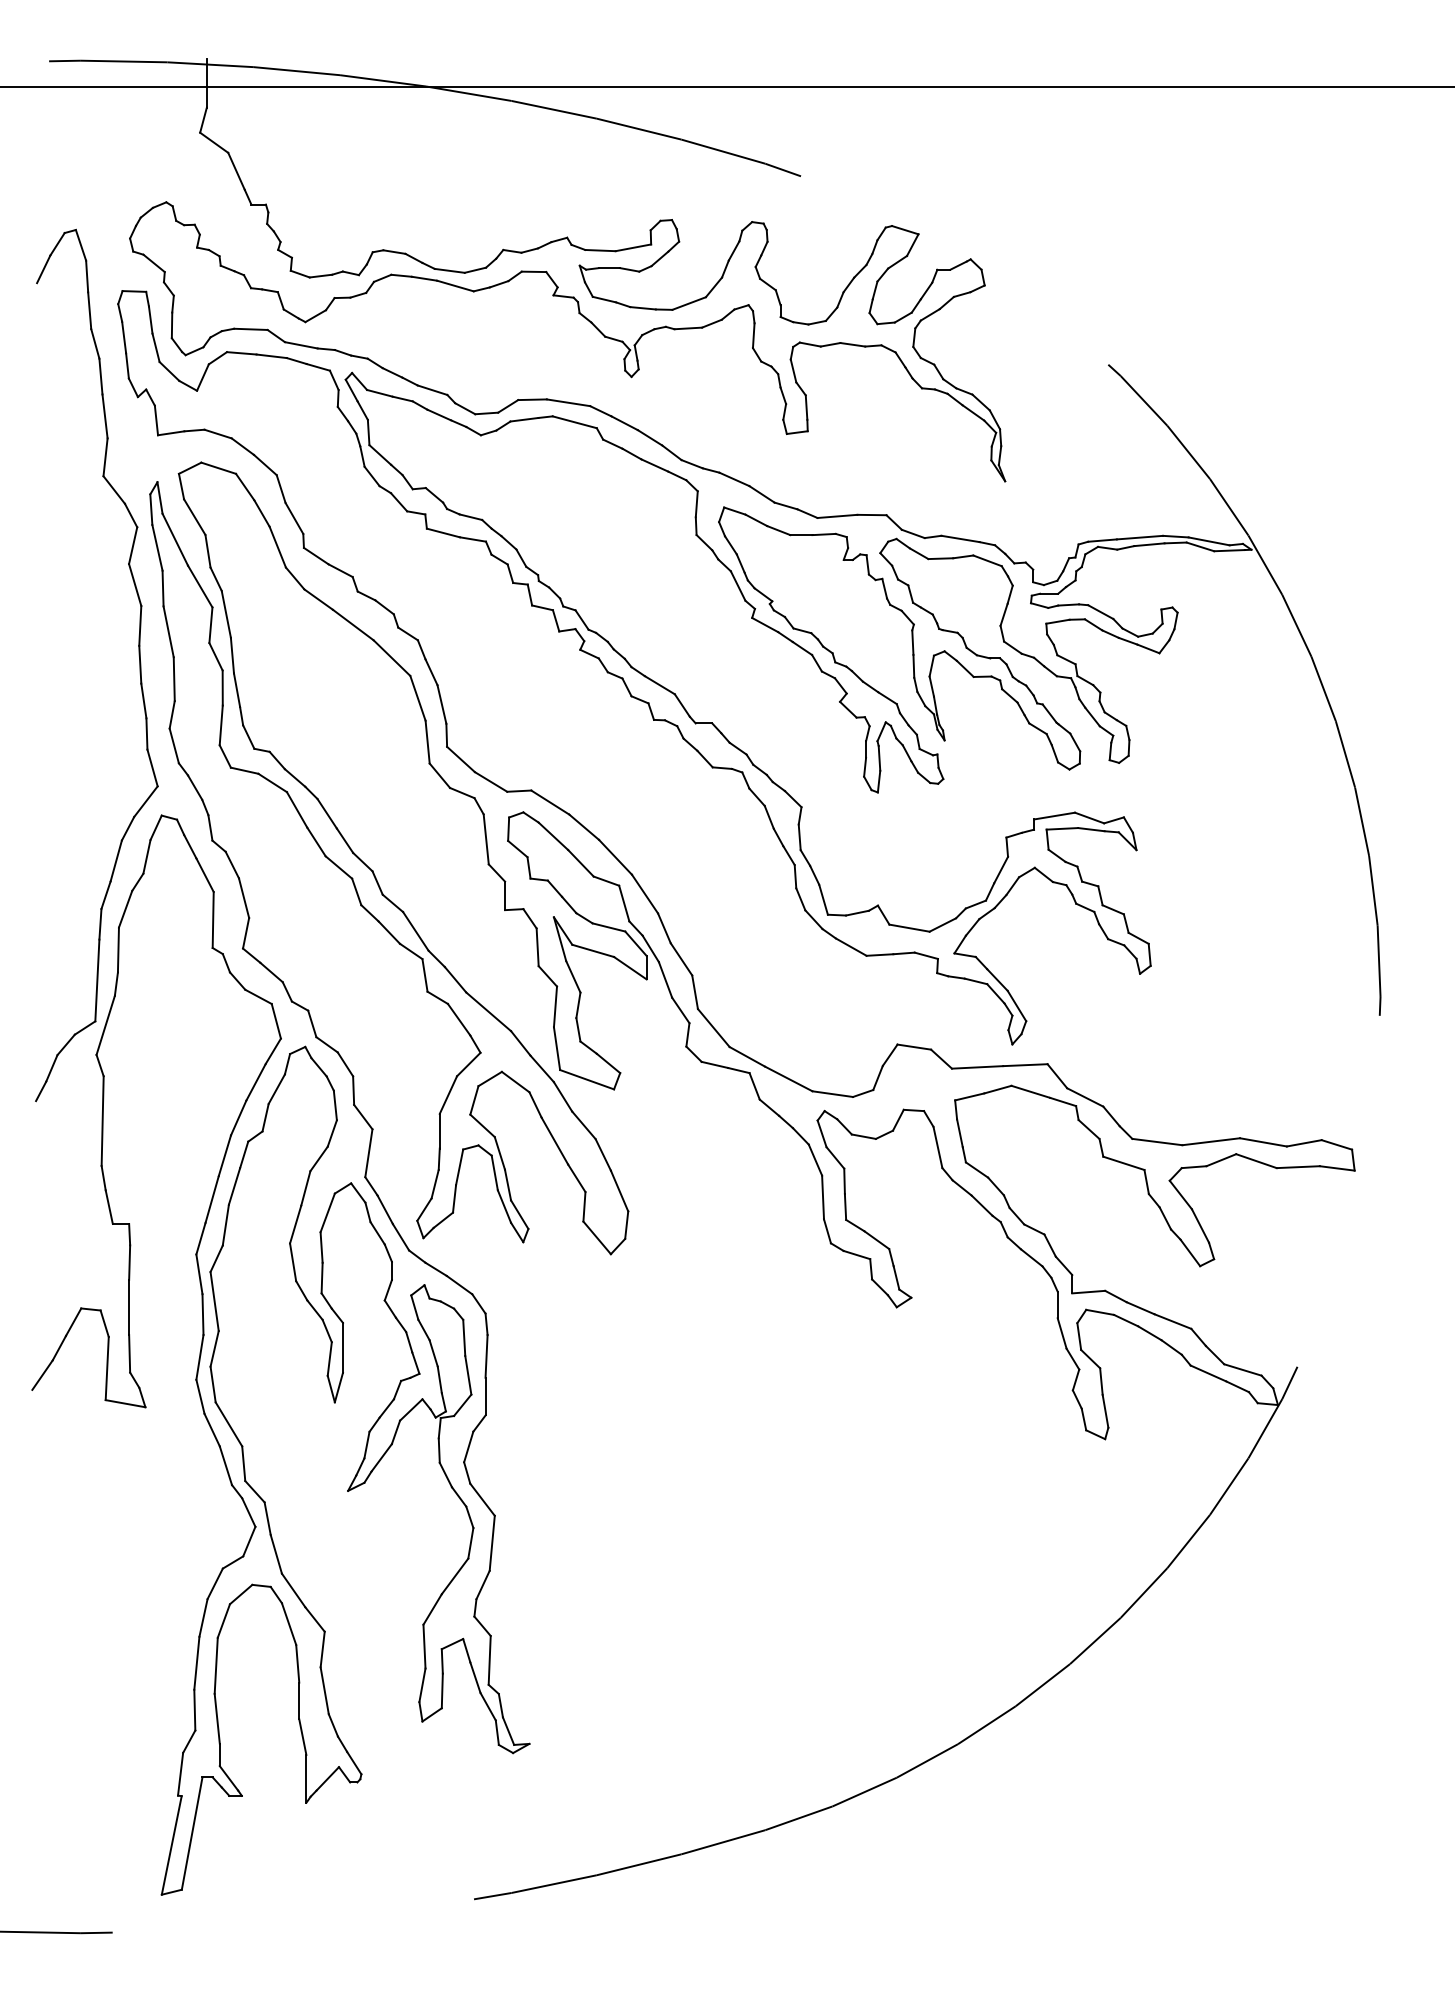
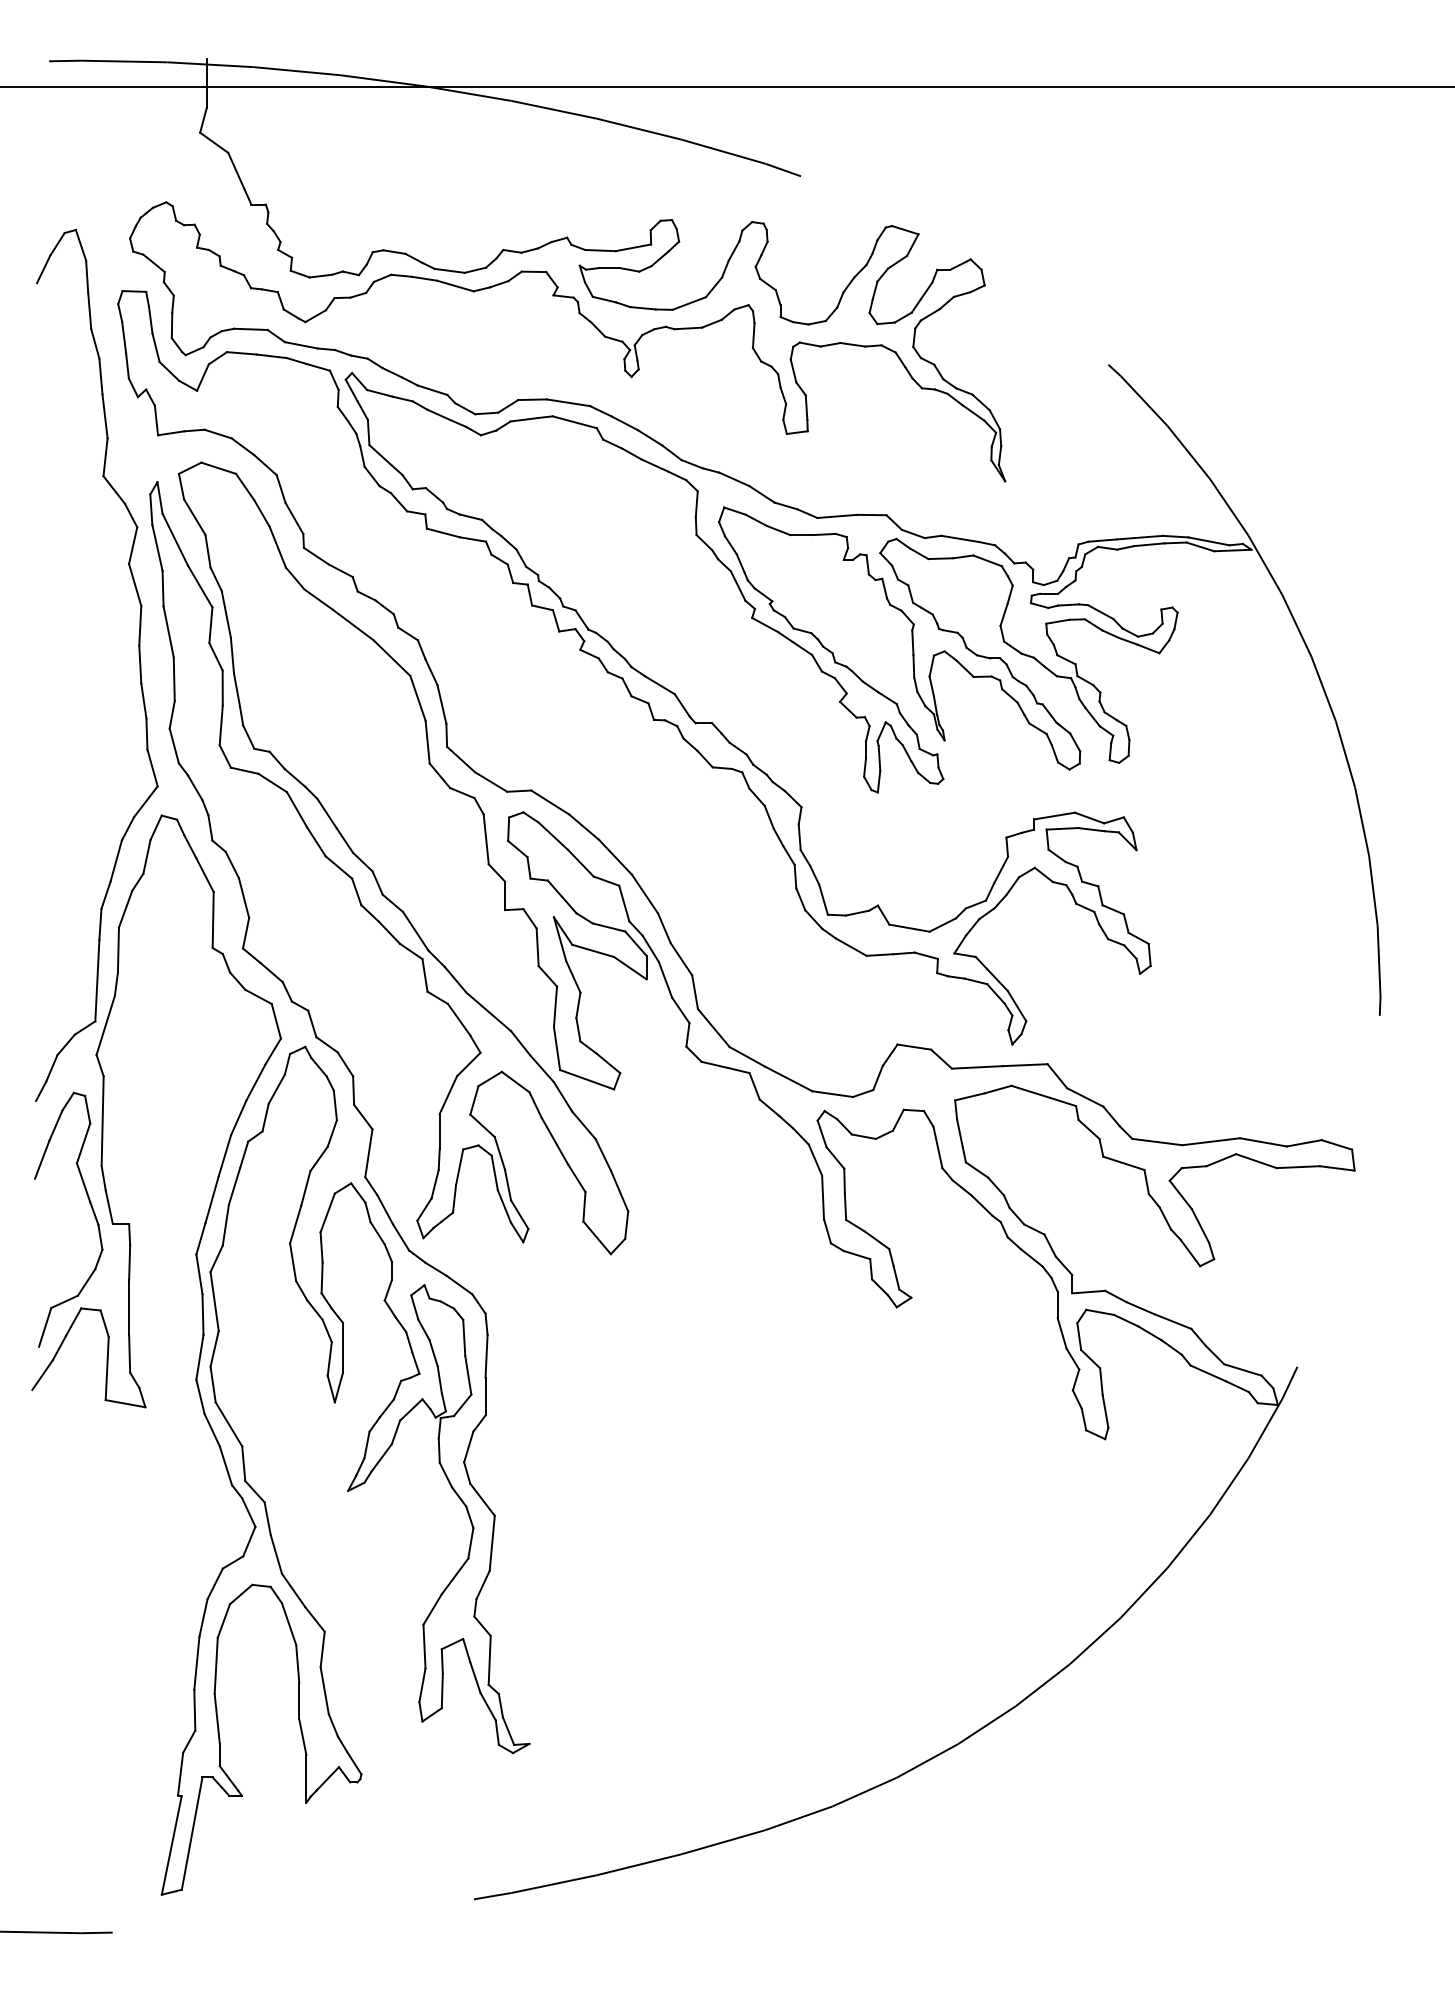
part at (91, 1209): none -> present
